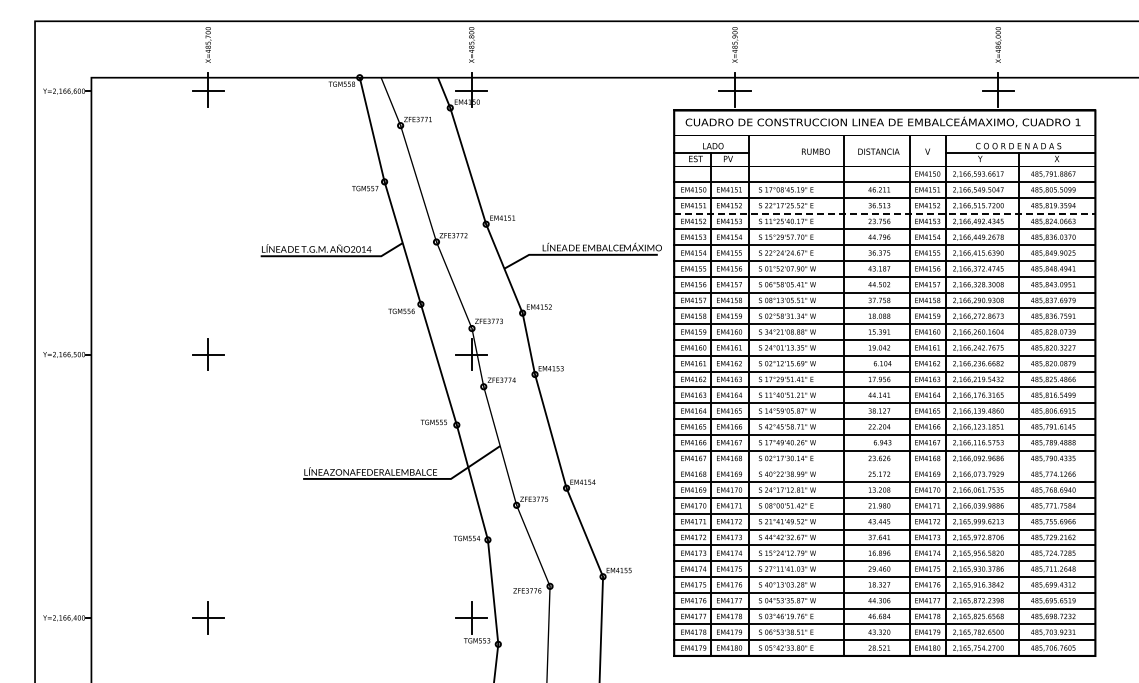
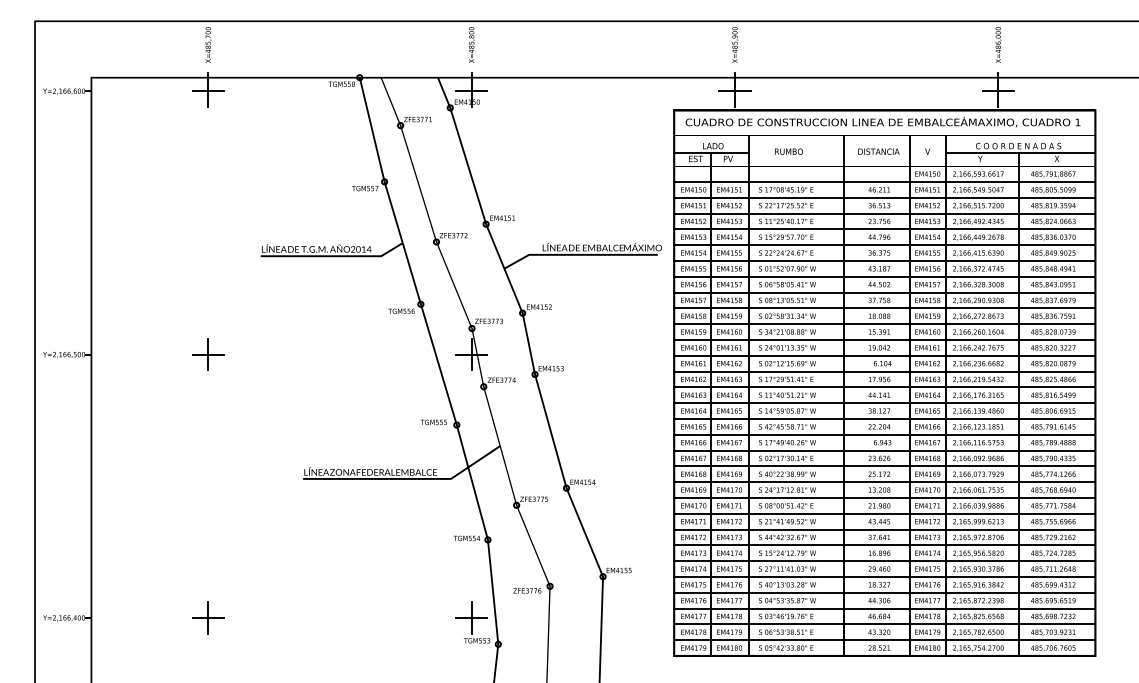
text at (815, 151) position: (815, 151) -> (788, 151)
line at (884, 213): dashed -> solid
line at (884, 466): none -> present
